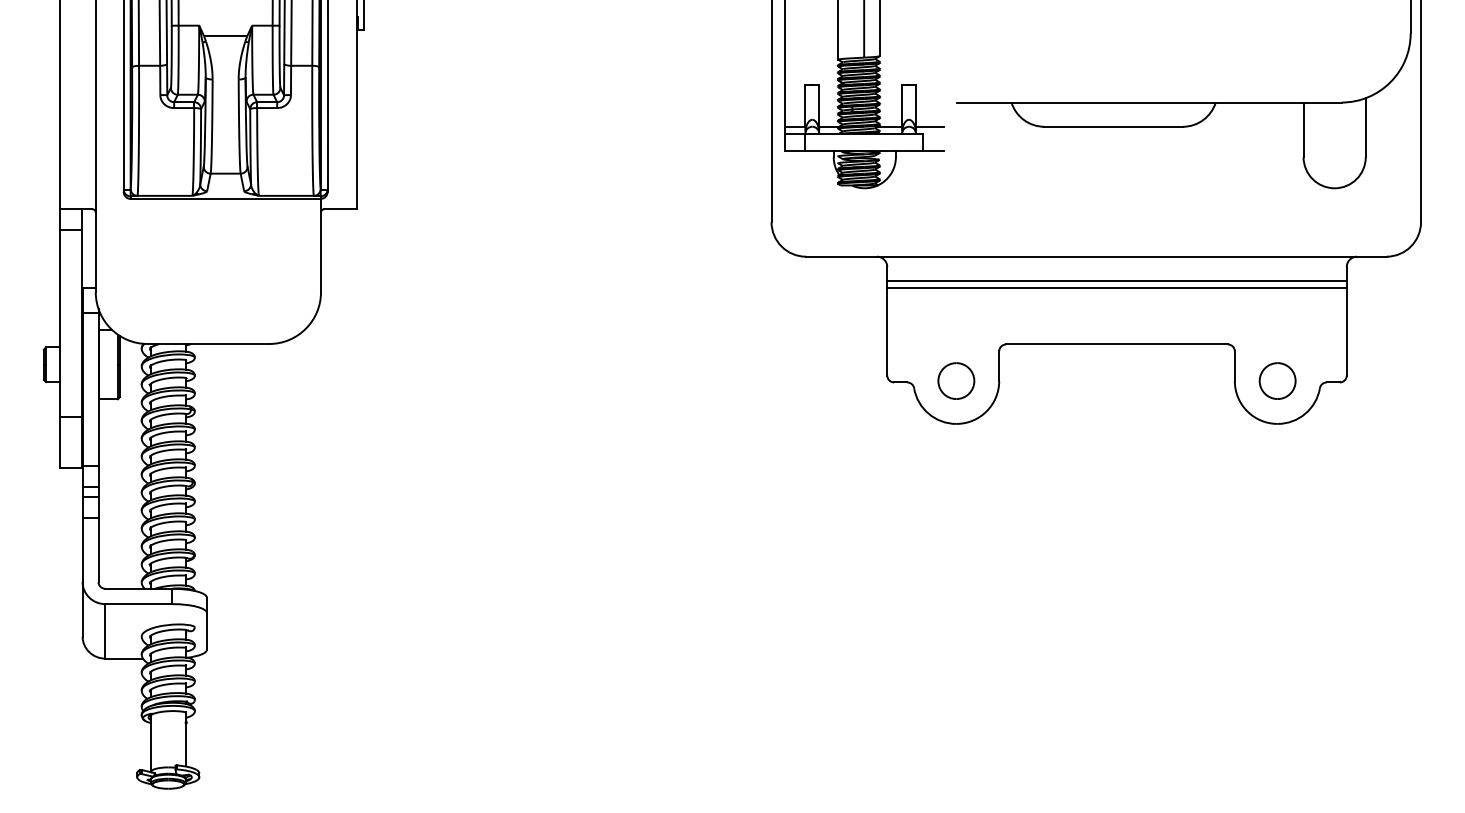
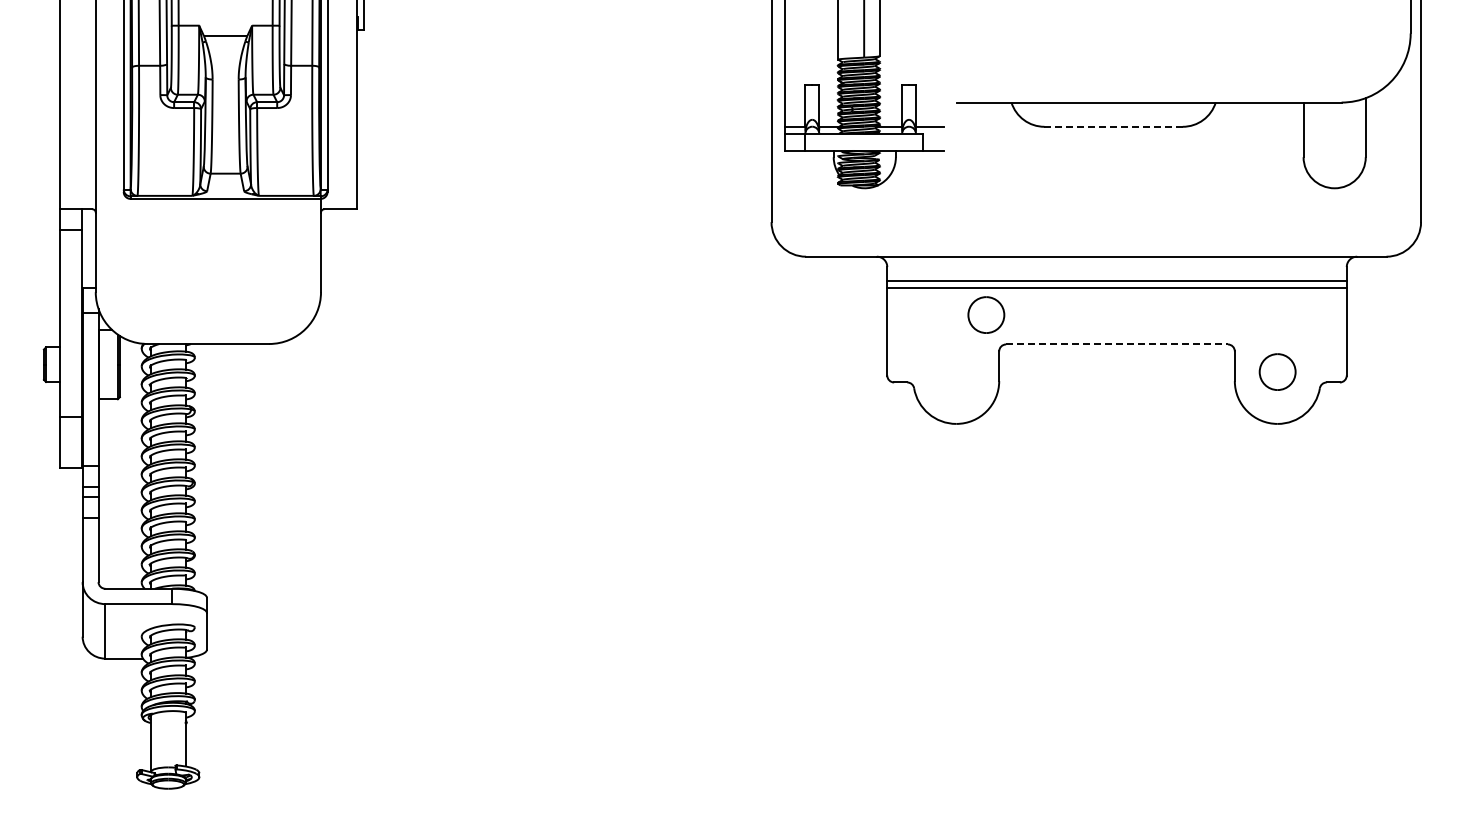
line at (1114, 126): solid -> dashed
line at (1117, 344): solid -> dashed
part at (956, 380) position: (956, 380) -> (986, 314)
part at (1277, 380) position: (1277, 380) -> (1277, 371)
